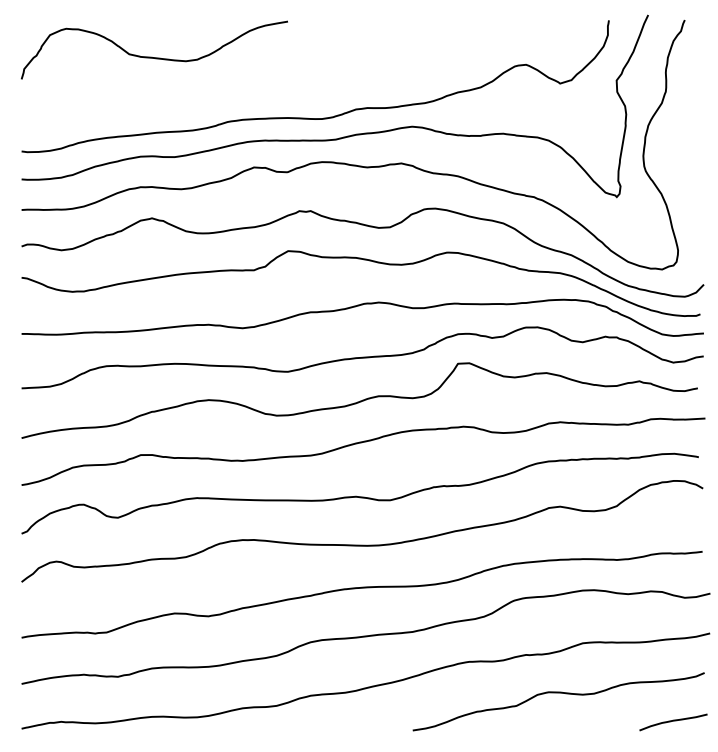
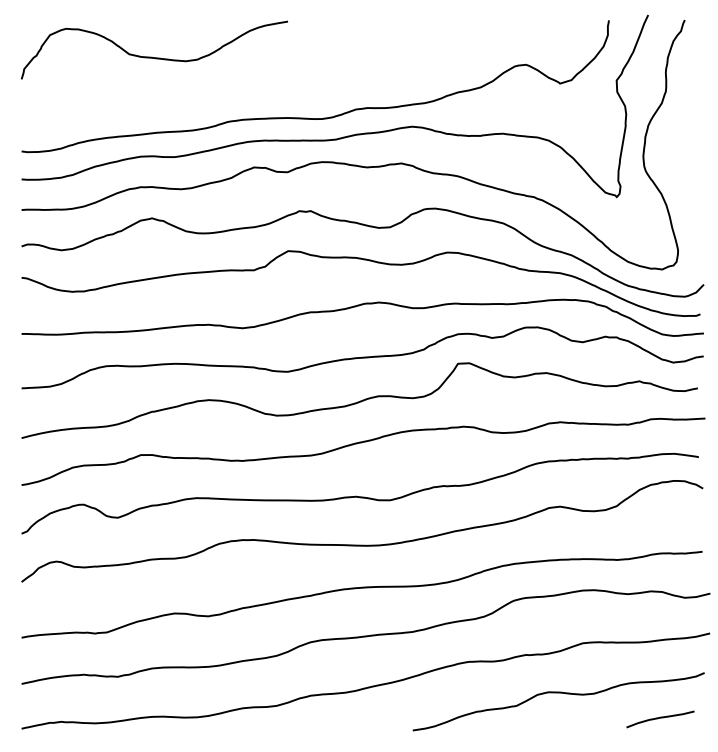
curve at (673, 721) position: (673, 721) -> (660, 718)
